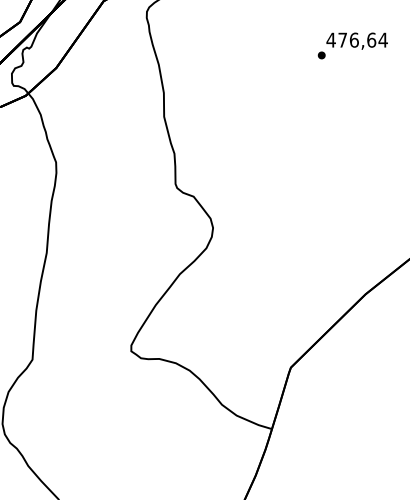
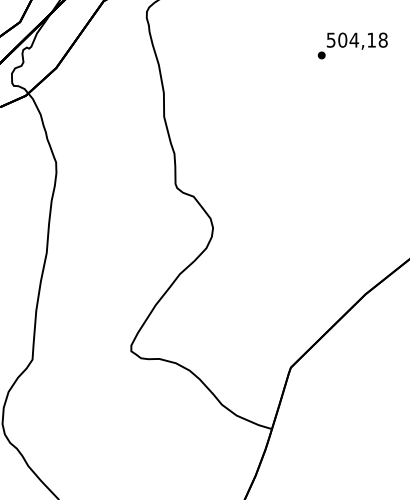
text at (356, 39): 476,64 -> 504,18
